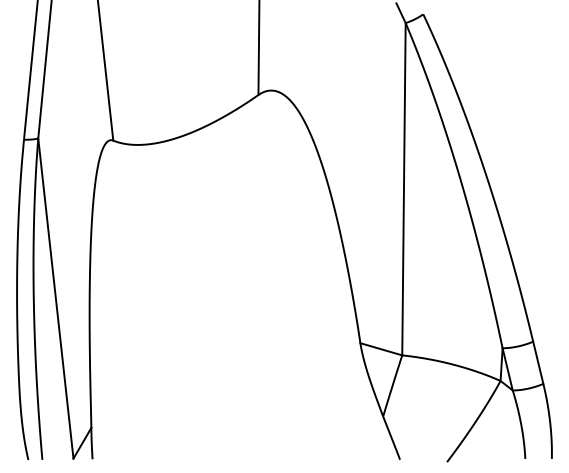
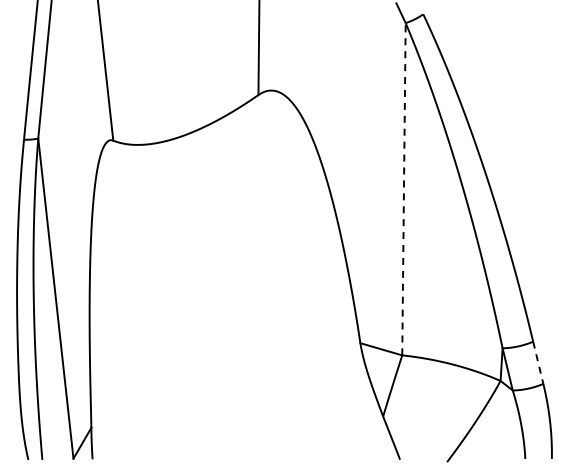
line at (403, 188): solid -> dashed
line at (538, 362): solid -> dashed
